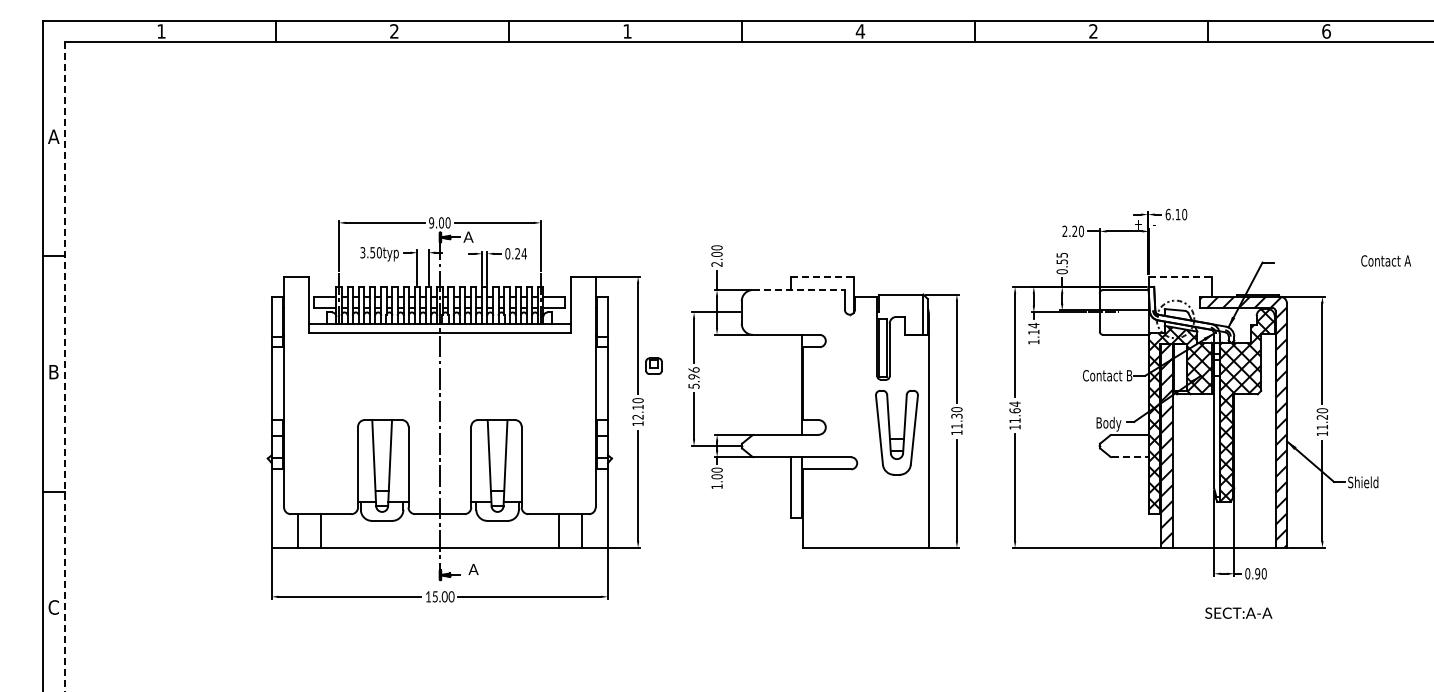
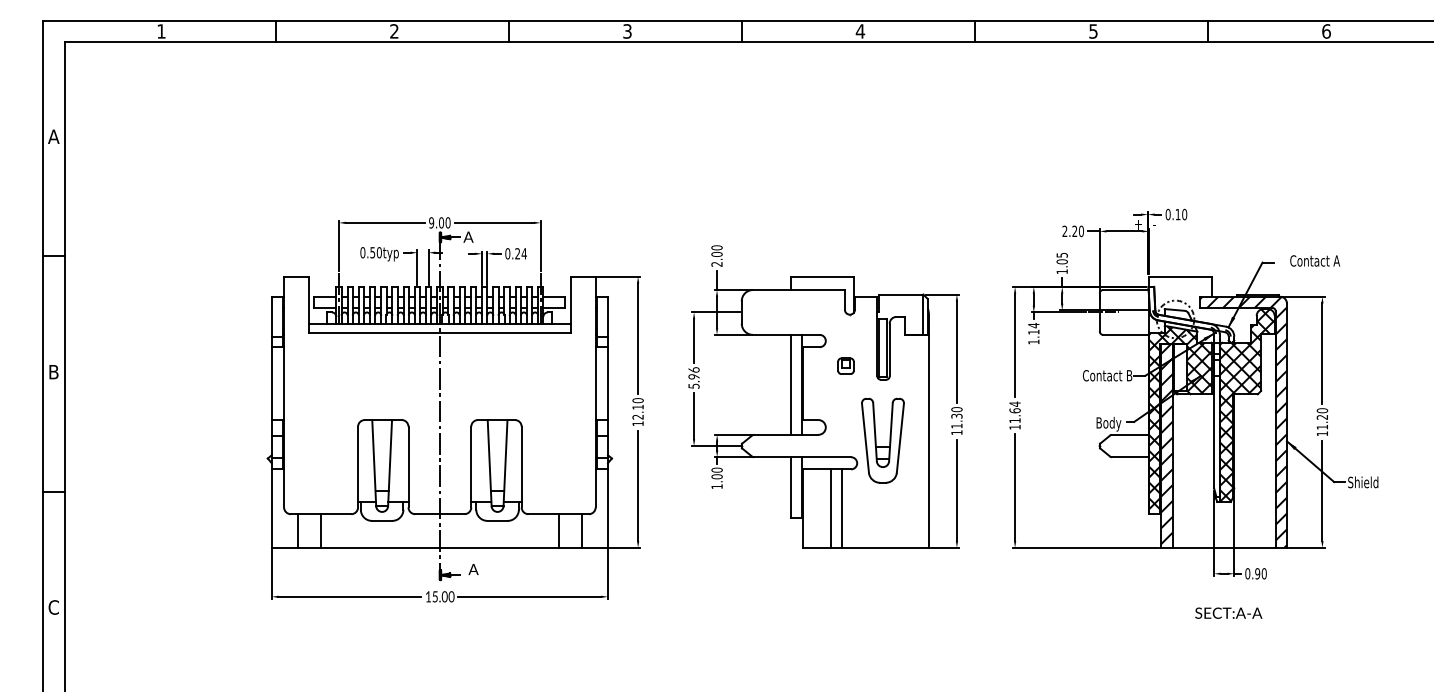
text at (627, 31): 1 -> 3
text at (1093, 31): 2 -> 5
text at (1167, 214): 6.10 -> 0.10
text at (362, 252): 3.50typ -> 0.50typ
text at (1385, 260) position: (1385, 260) -> (1314, 260)
text at (1061, 266): 0.55 -> 1.05
line at (822, 276): dashed -> solid
line at (1180, 276): dashed -> solid
line at (798, 290): dashed -> solid
part at (653, 365) position: (653, 365) -> (845, 365)
line at (64, 367): dashed -> solid
line at (791, 384): none -> present
part at (896, 432) position: (896, 432) -> (882, 440)
line at (1131, 457): dashed -> solid
line at (831, 508): none -> present
line at (841, 508): none -> present
text at (1238, 612) position: (1238, 612) -> (1228, 612)
